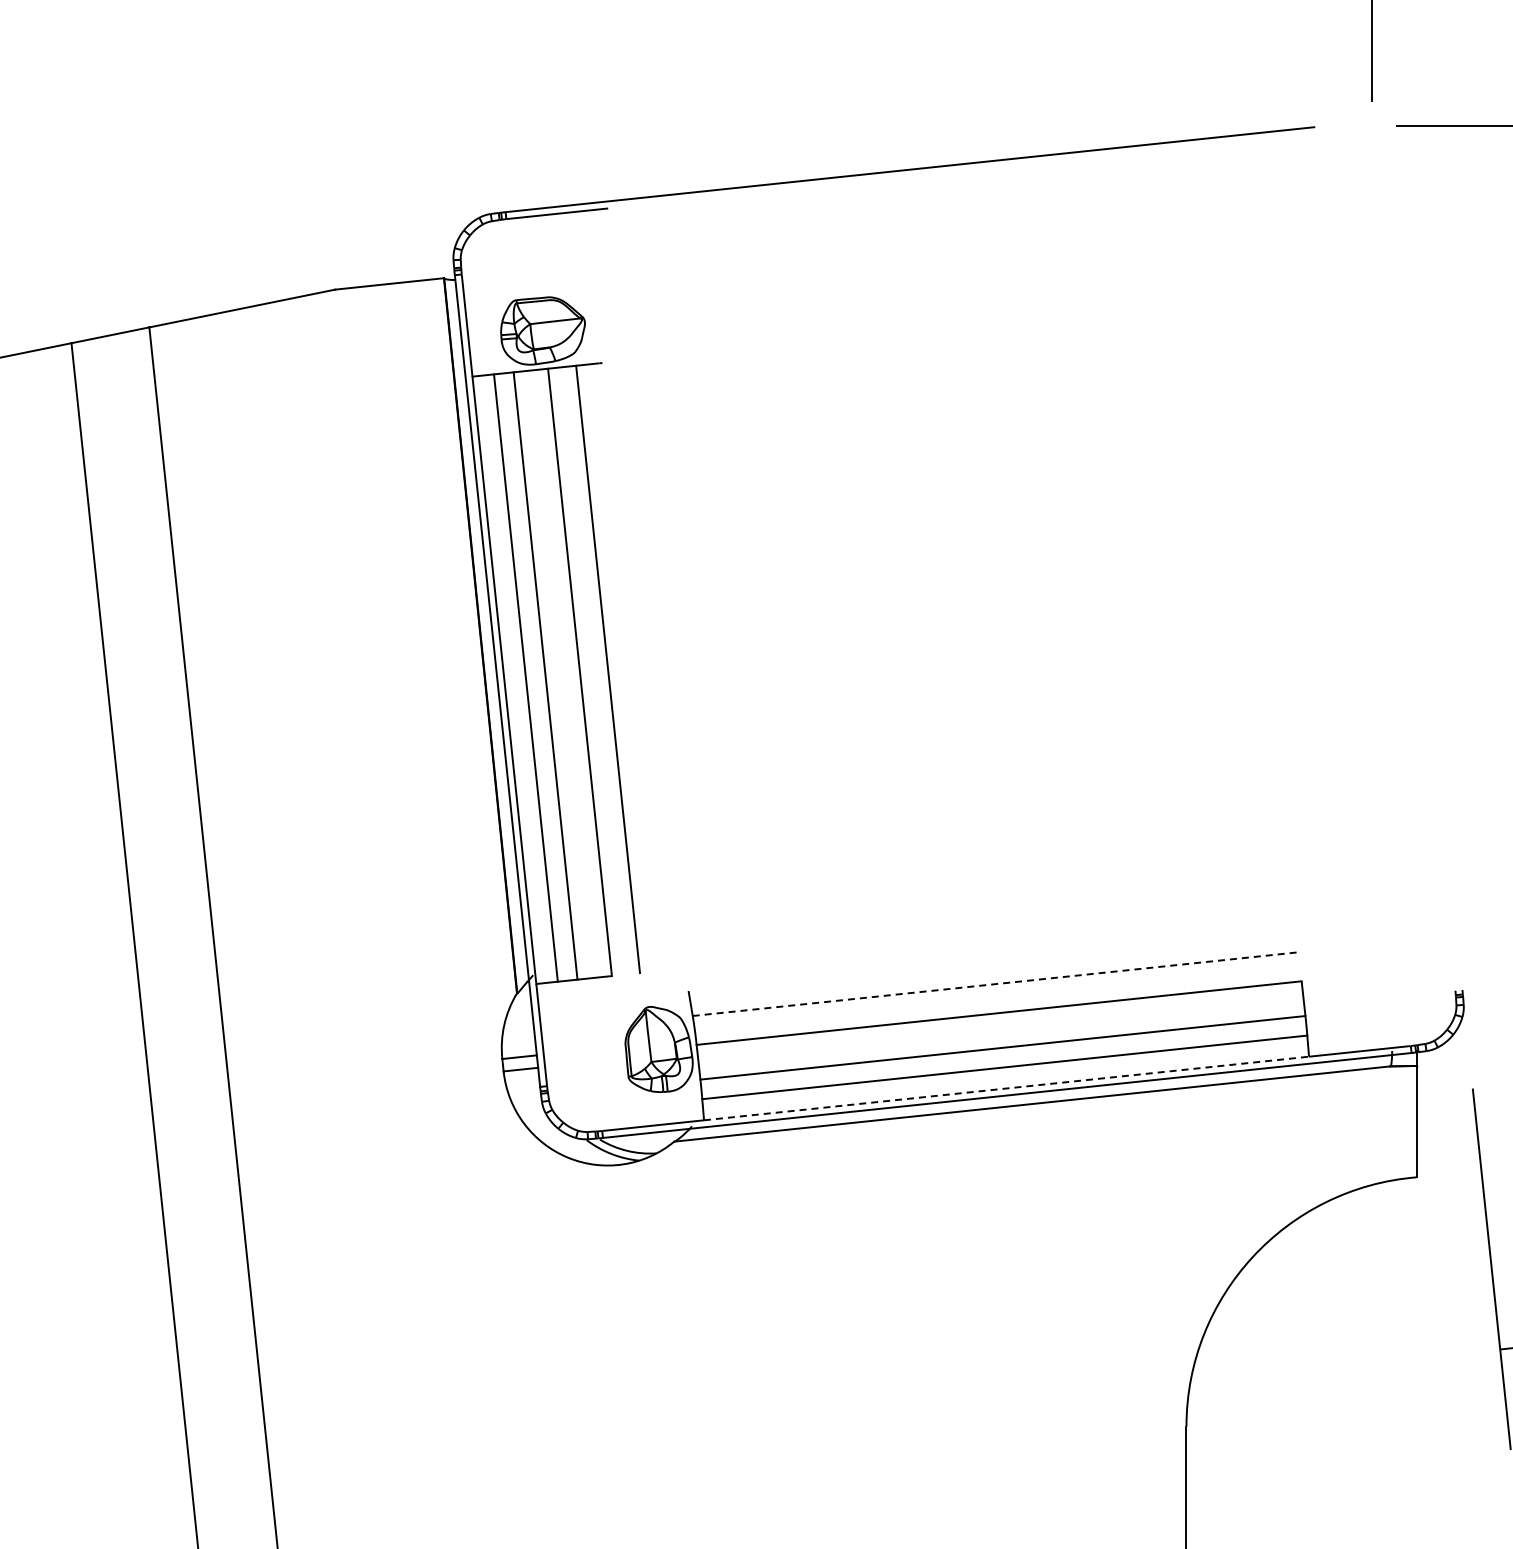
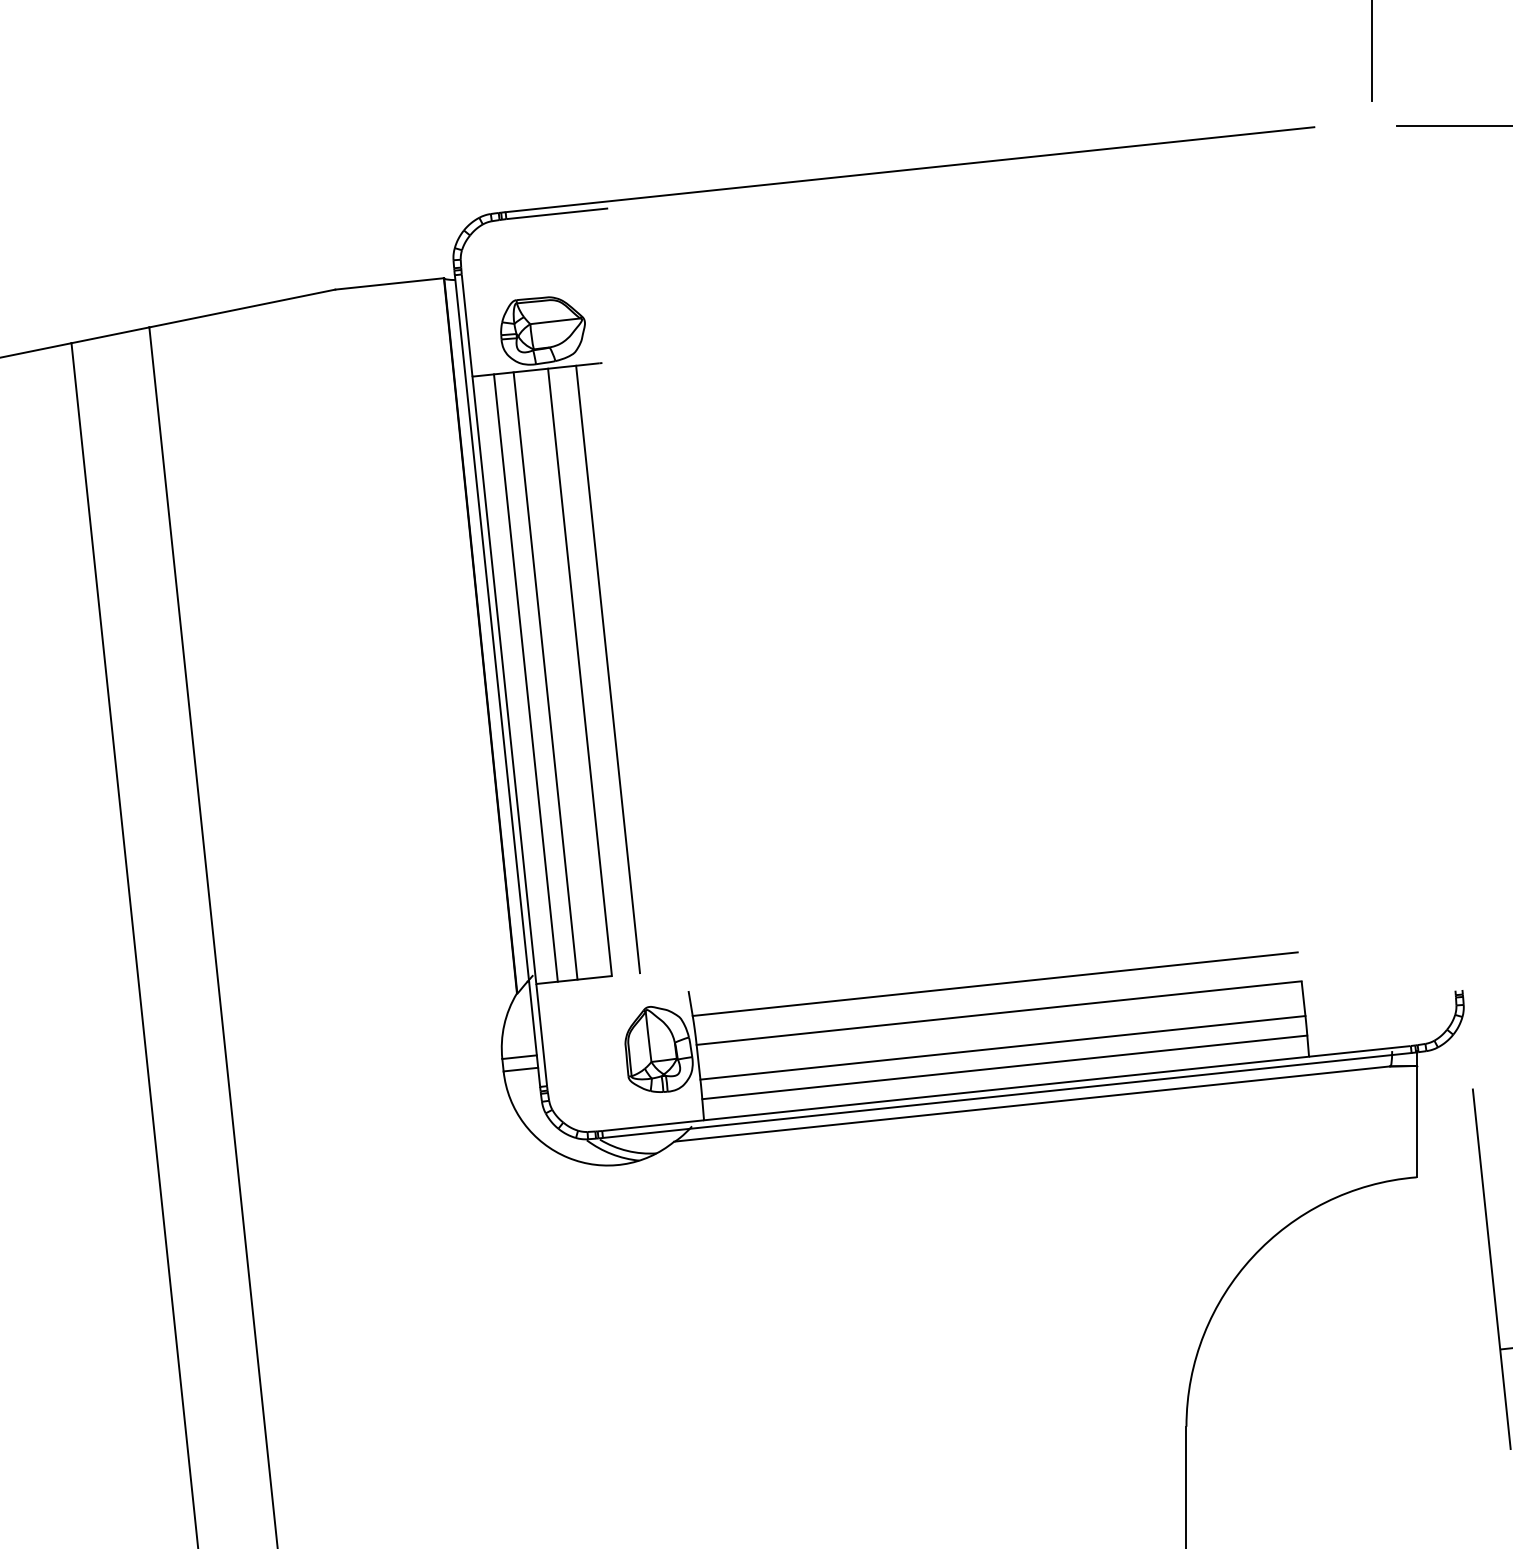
line at (995, 984): dashed -> solid
line at (1007, 1088): dashed -> solid
